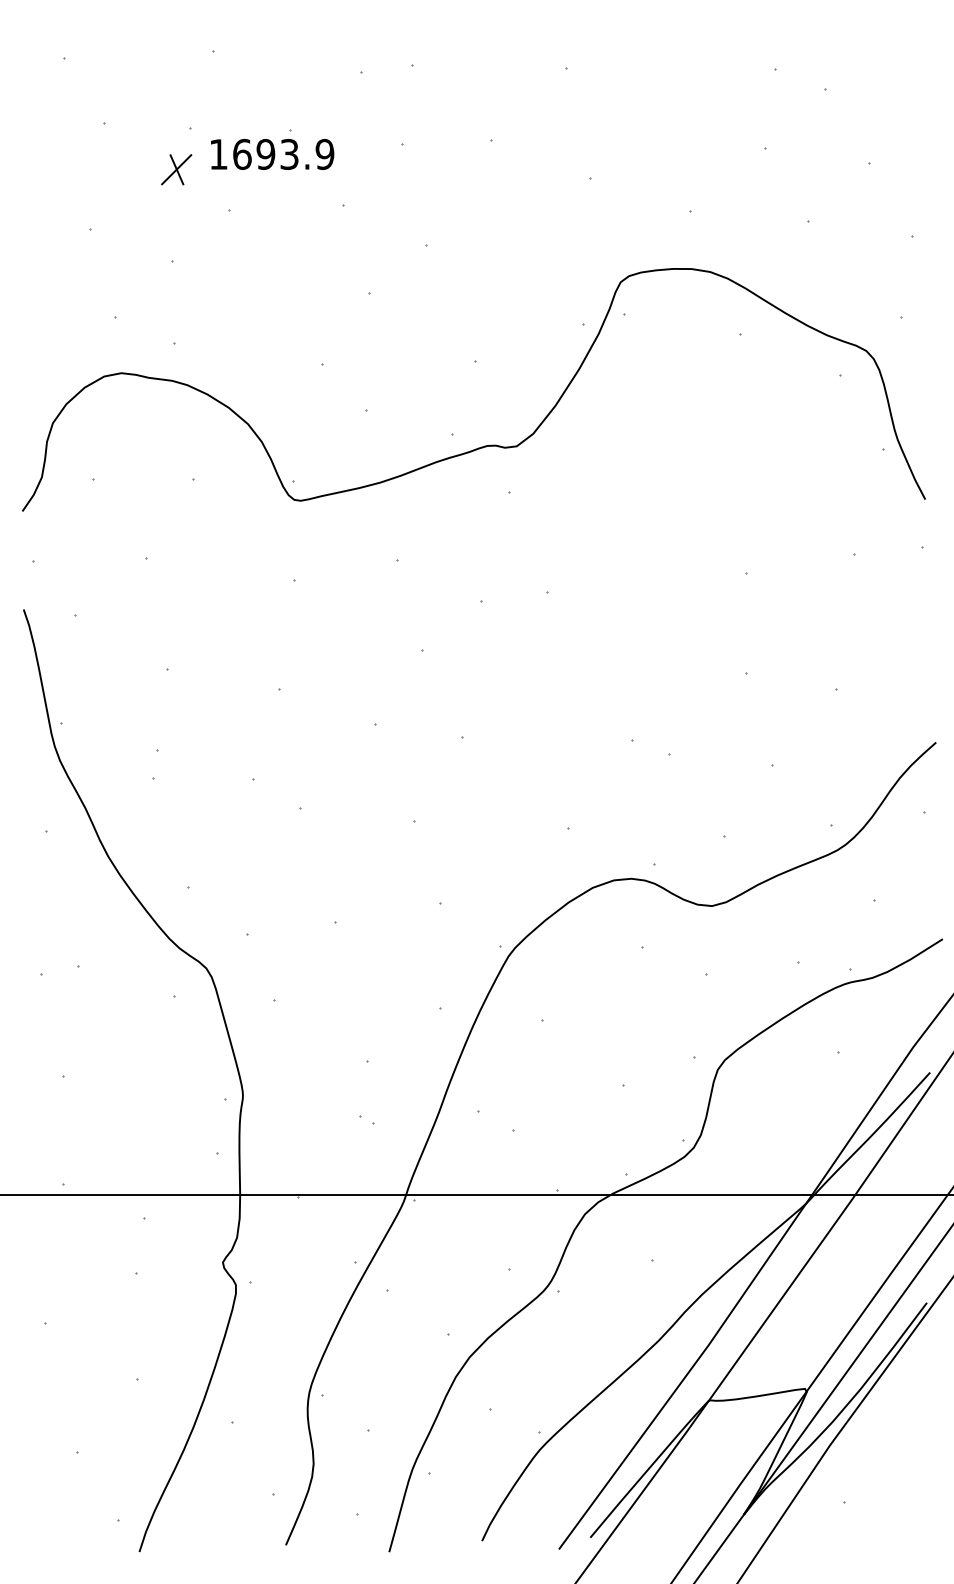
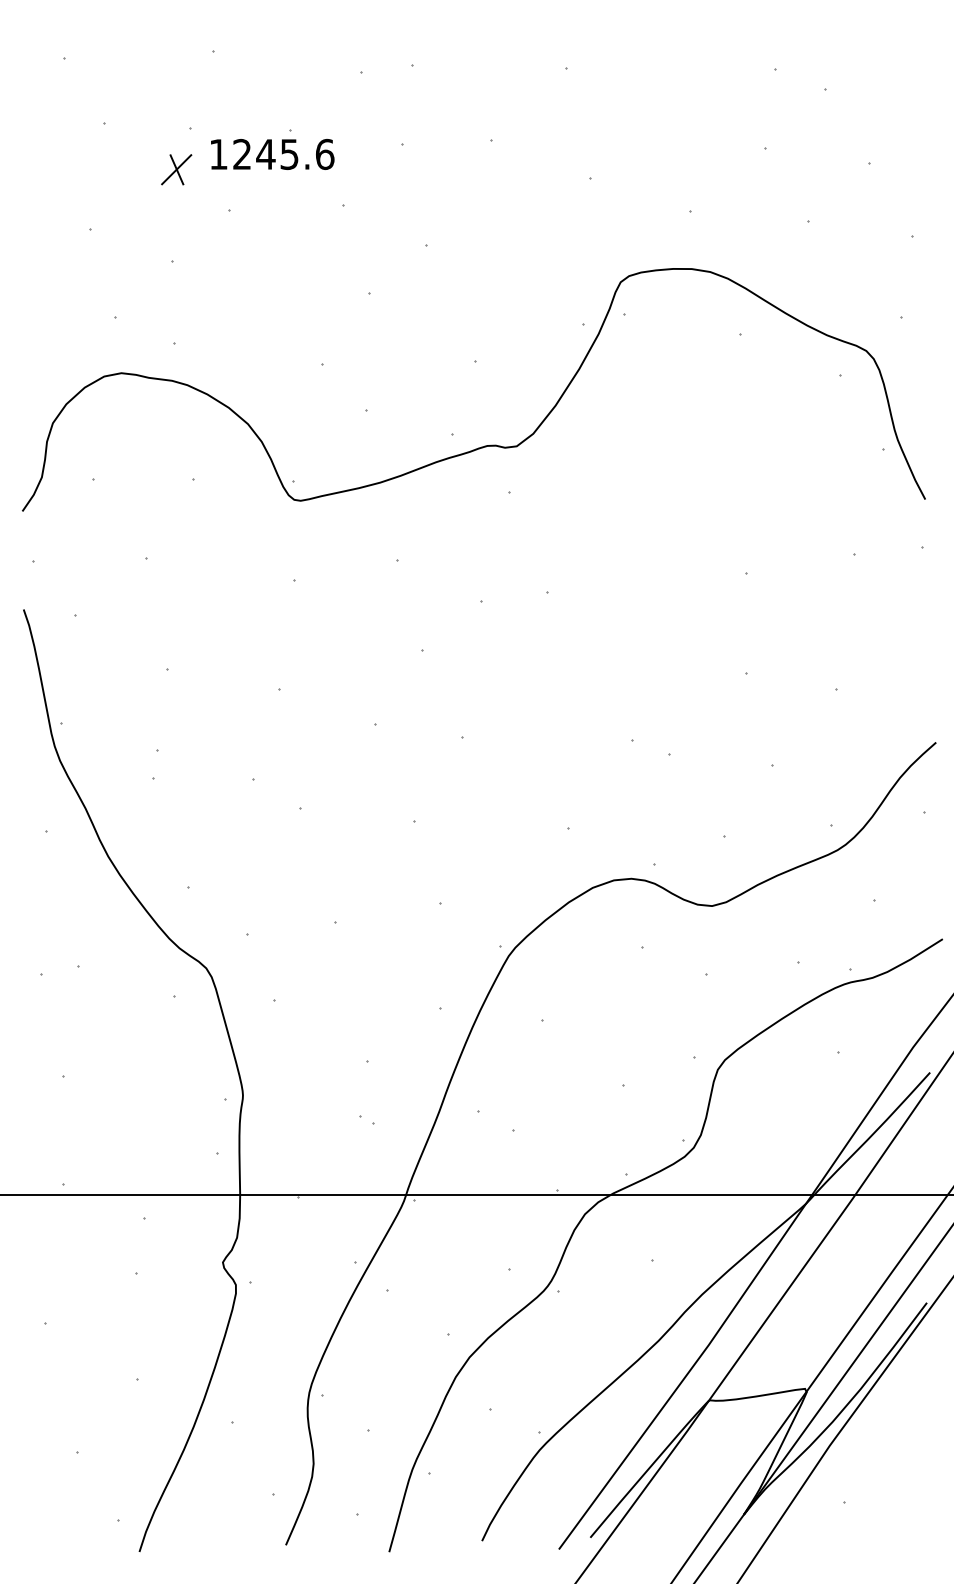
text at (283, 154): 1693.9 -> 1245.6
